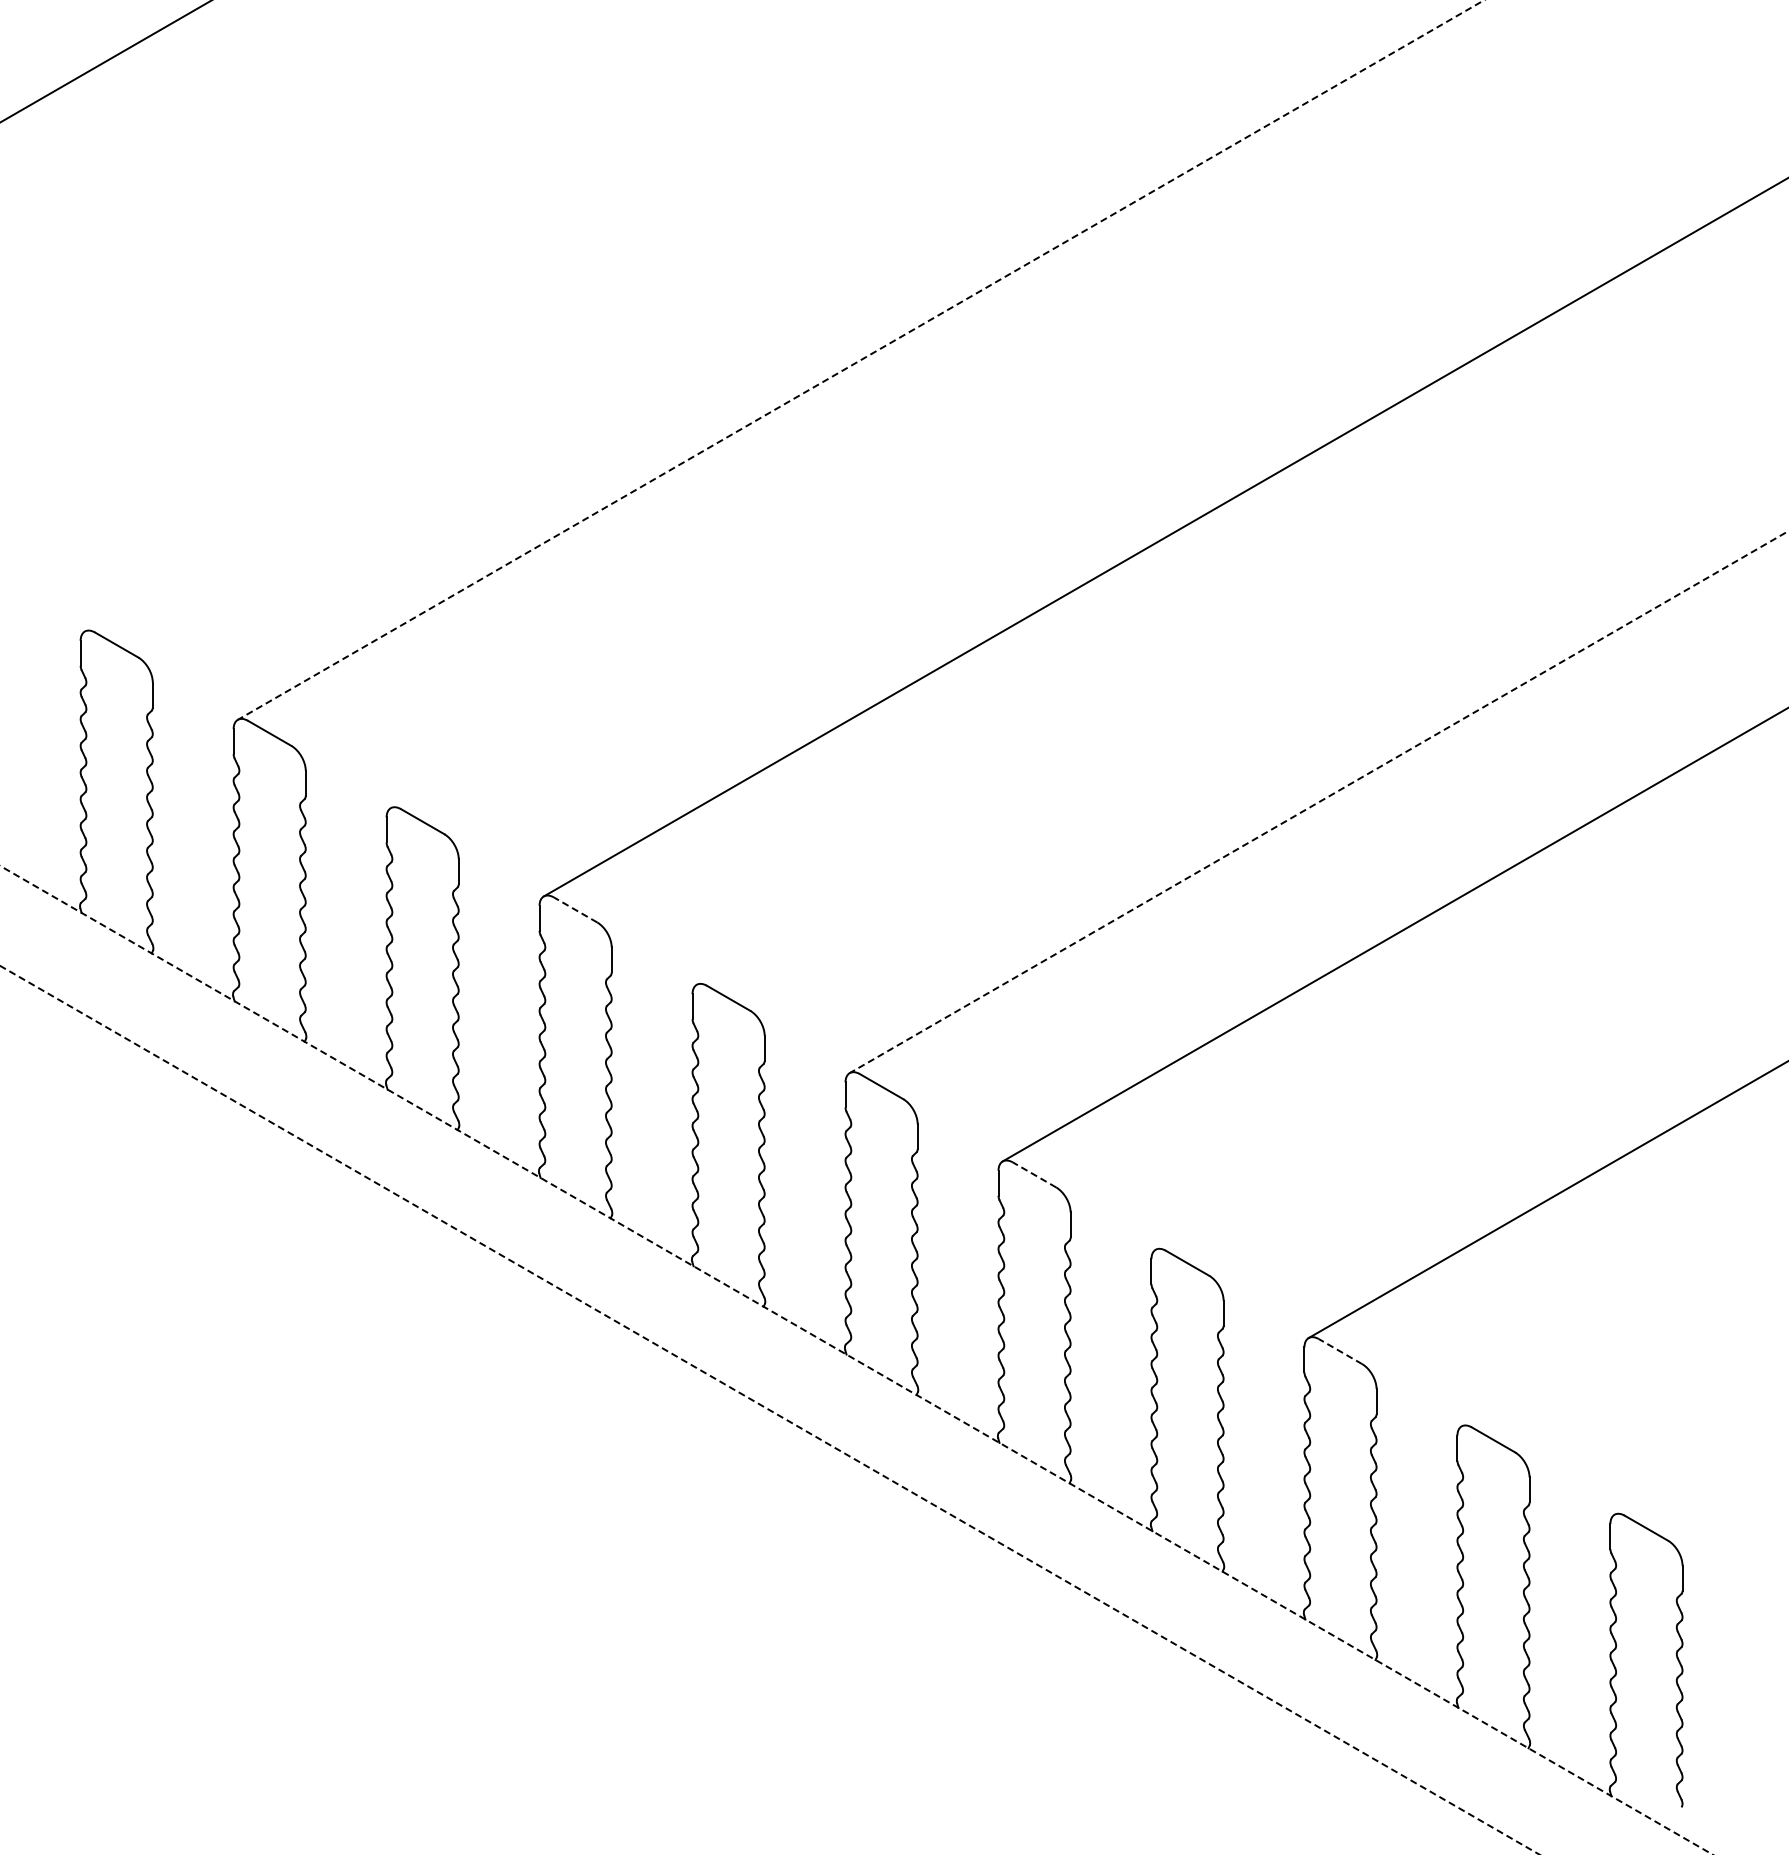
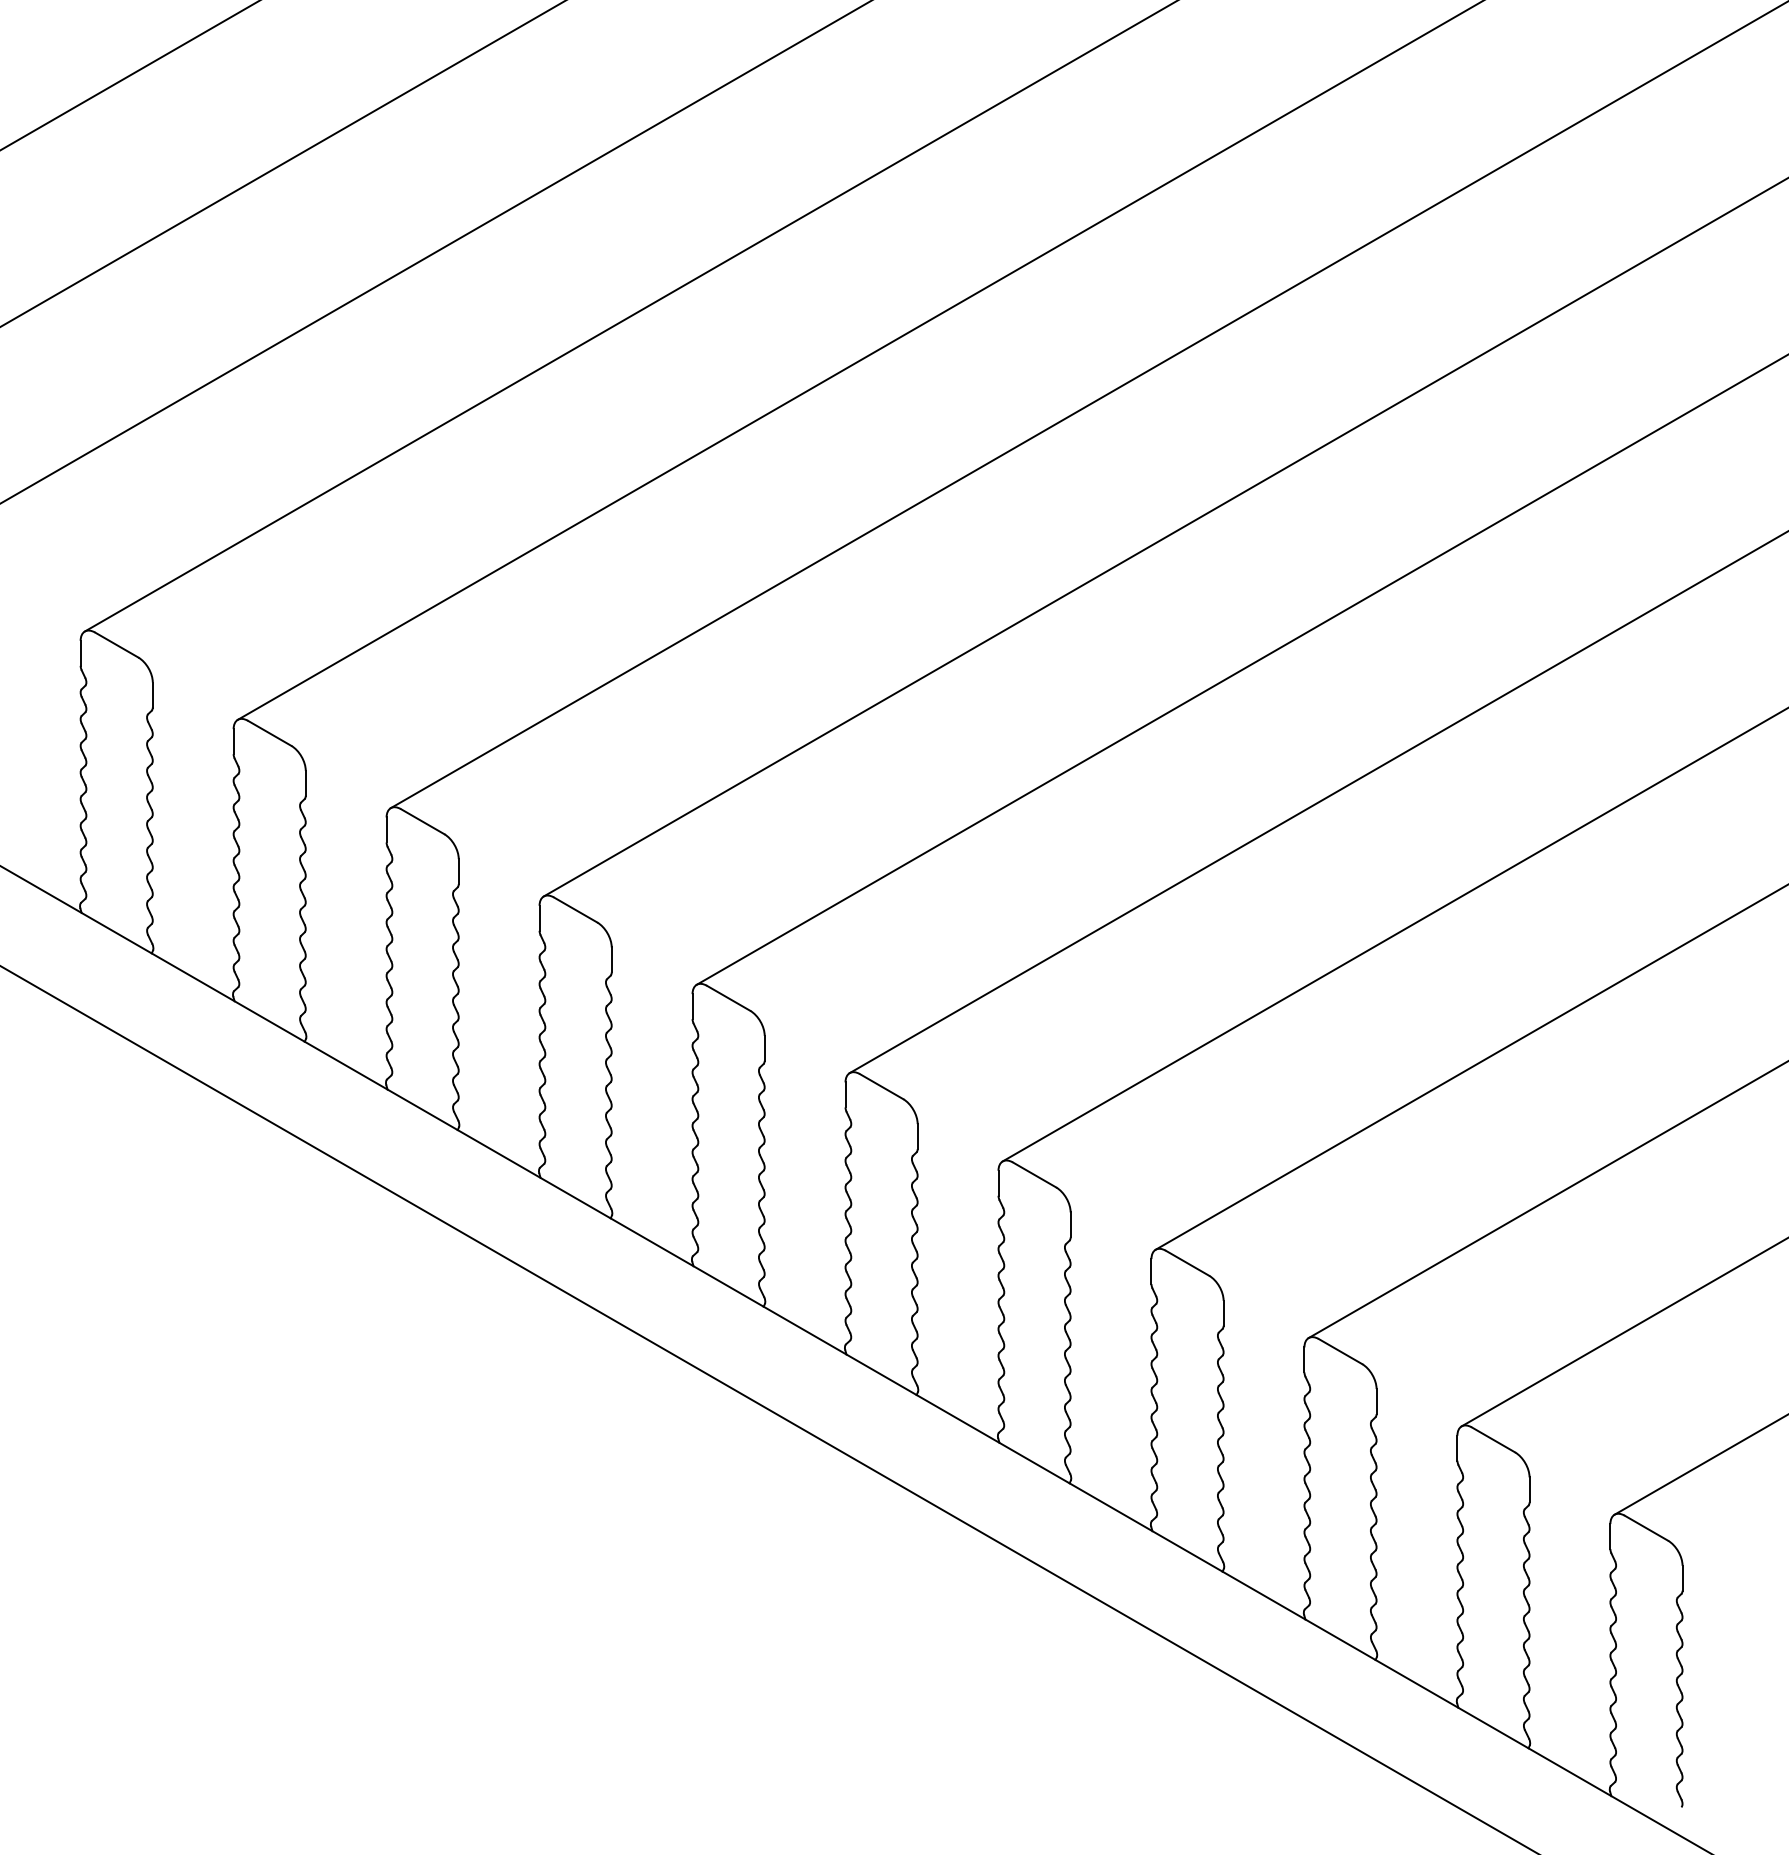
line at (105, 61) position: (105, 61) -> (129, 75)
line at (282, 163): none -> present
line at (435, 252): none -> present
line at (629, 316): none -> present
line at (860, 360): dashed -> solid
line at (1087, 405): none -> present
line at (1240, 670): none -> present
line at (1318, 802): dashed -> solid
line at (575, 909): dashed -> solid
line at (1470, 1067): none -> present
line at (1034, 1174): dashed -> solid
line at (1623, 1332): none -> present
line at (1340, 1351): dashed -> solid
line at (856, 1360): dashed -> solid
line at (769, 1410): dashed -> solid
line at (1699, 1465): none -> present
